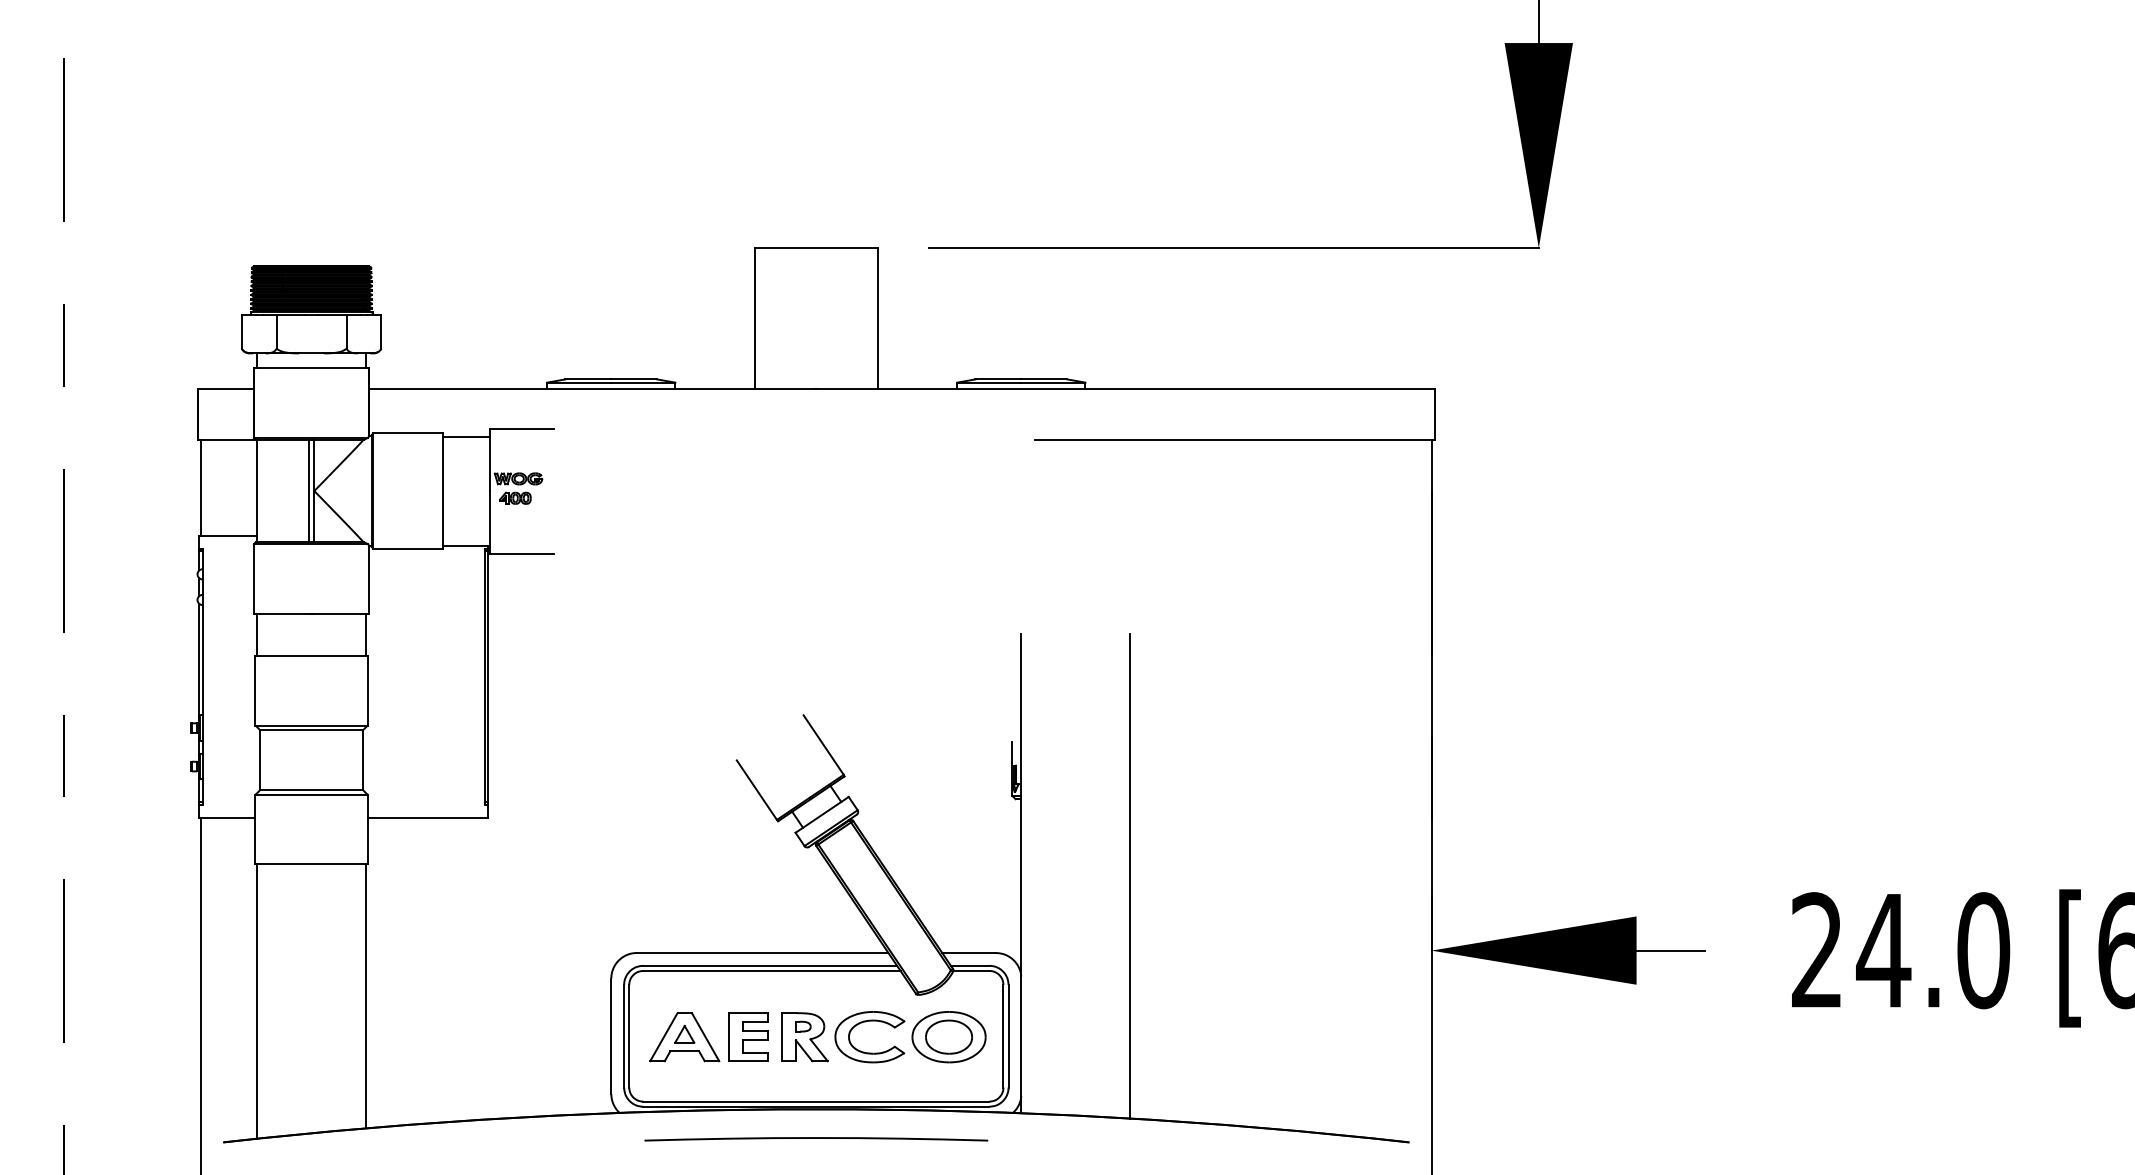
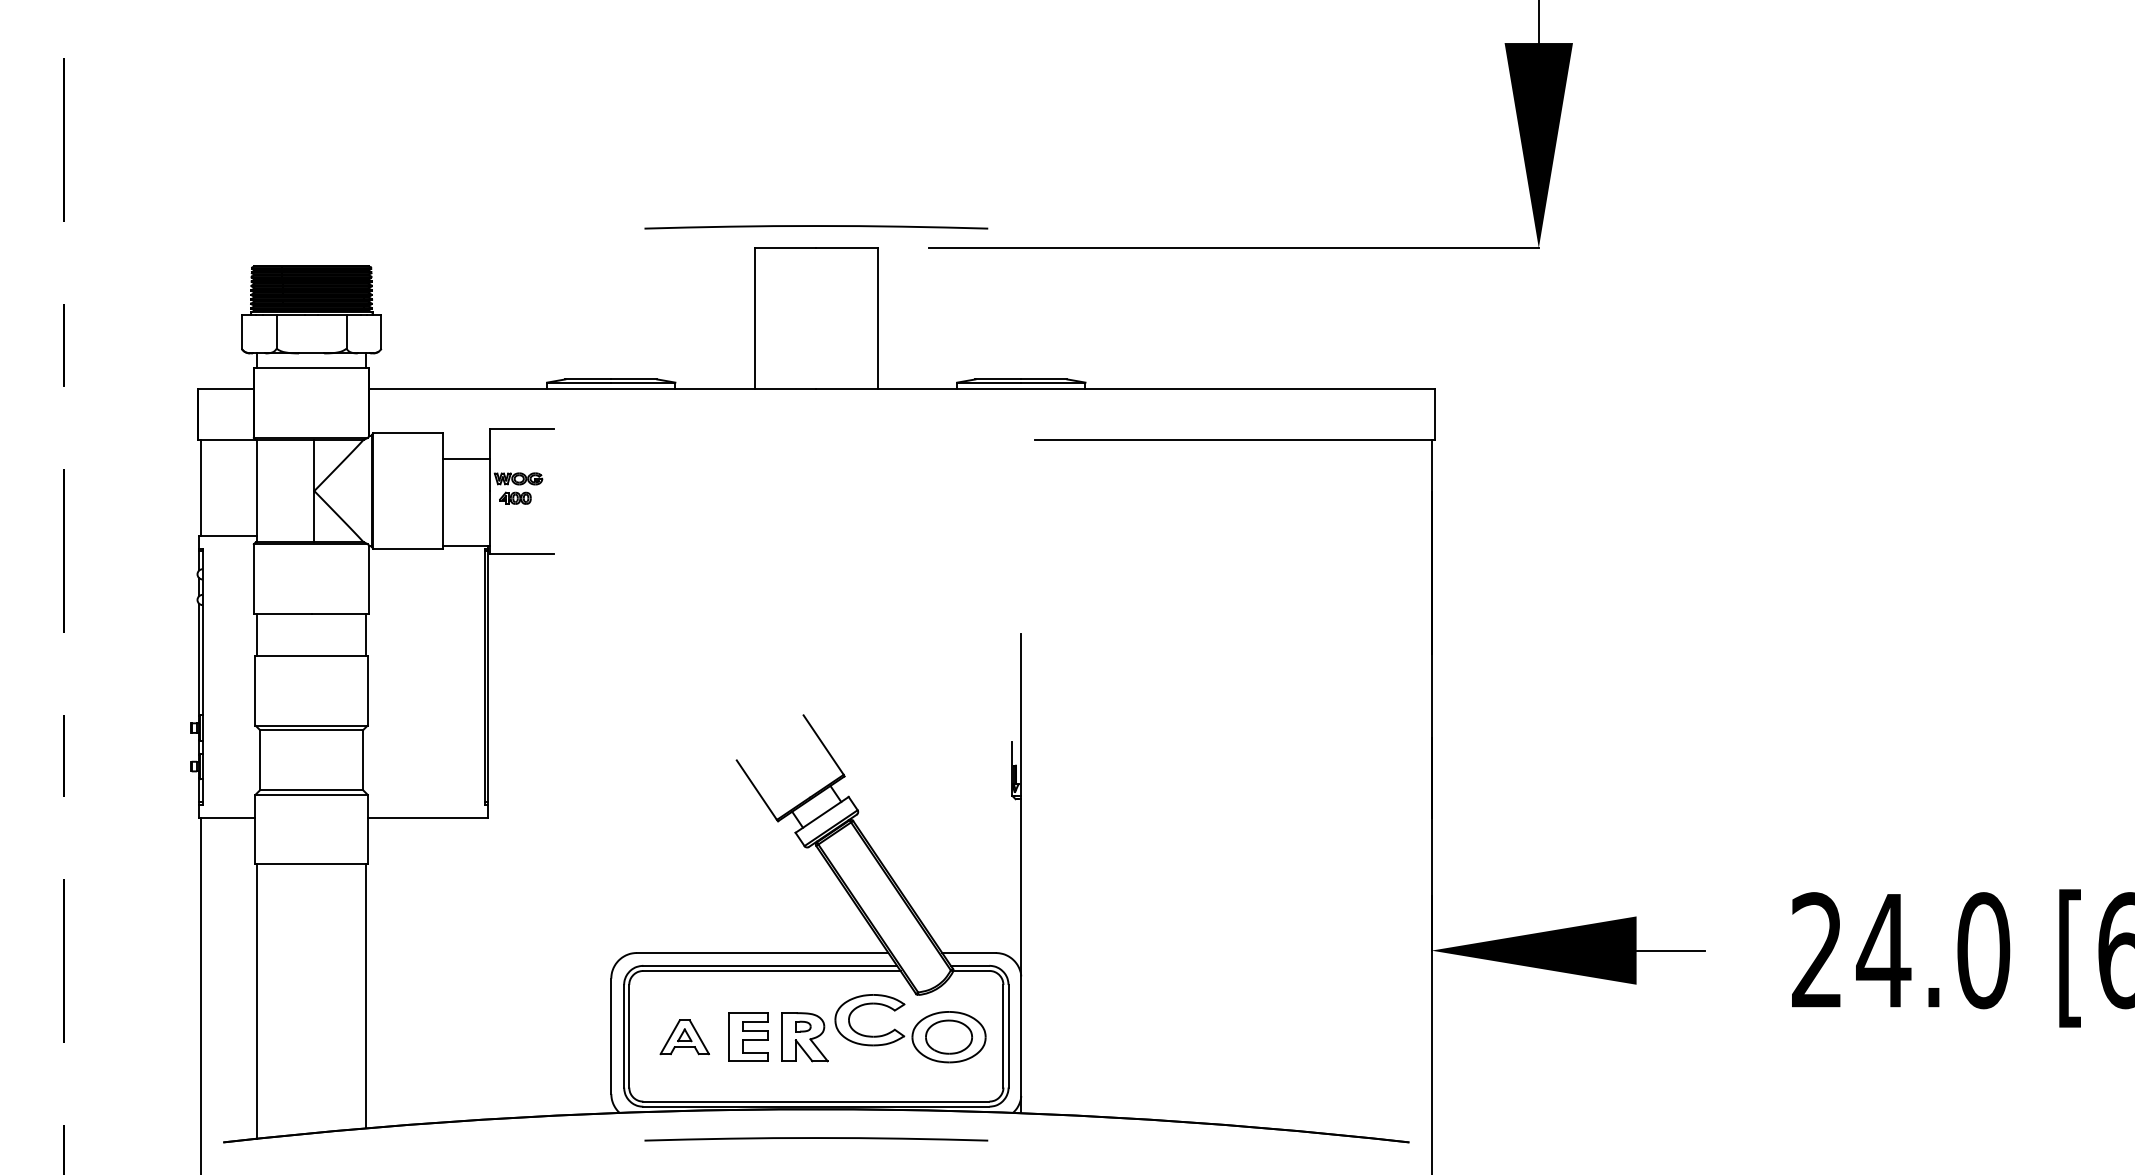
curve at (816, 226): none -> present
line at (466, 436) position: (466, 436) -> (466, 458)
line at (308, 490): present -> none
line at (1130, 876): present -> none
part at (684, 1037) size: 72x51 px -> 51x37 px
part at (864, 1051) position: (864, 1051) -> (864, 1034)
